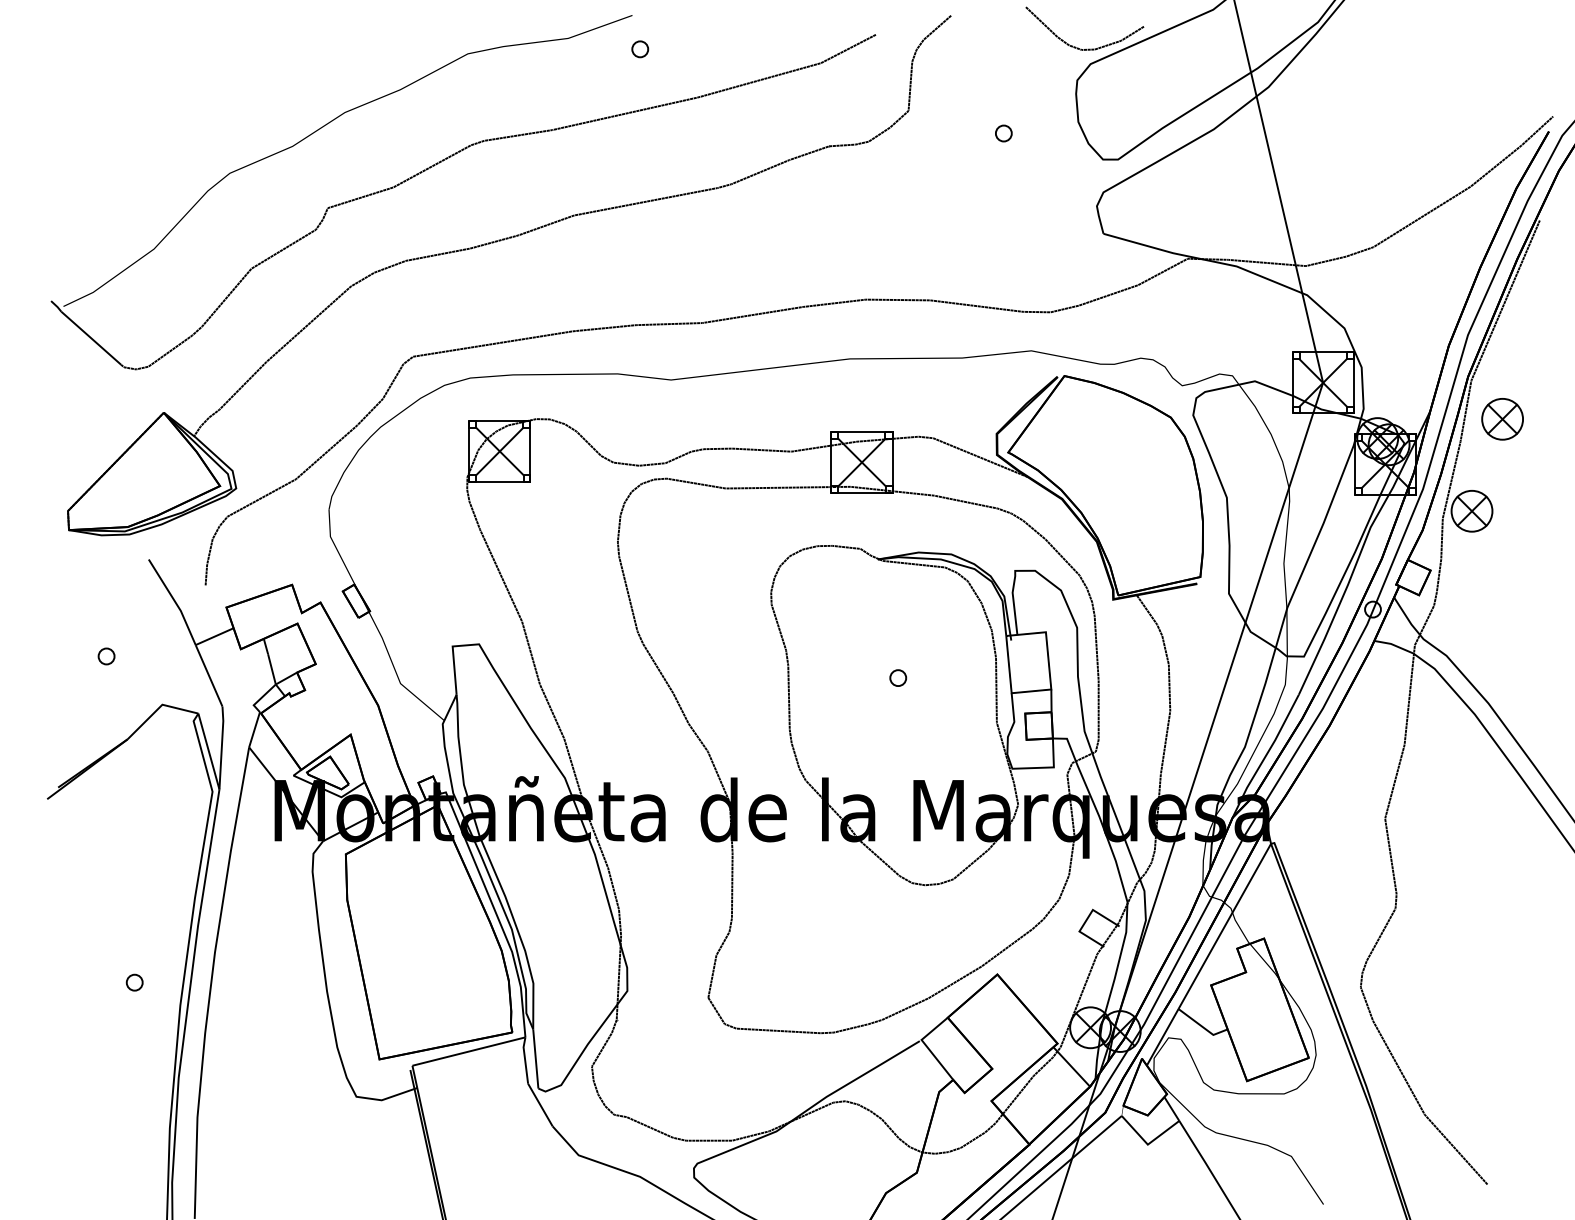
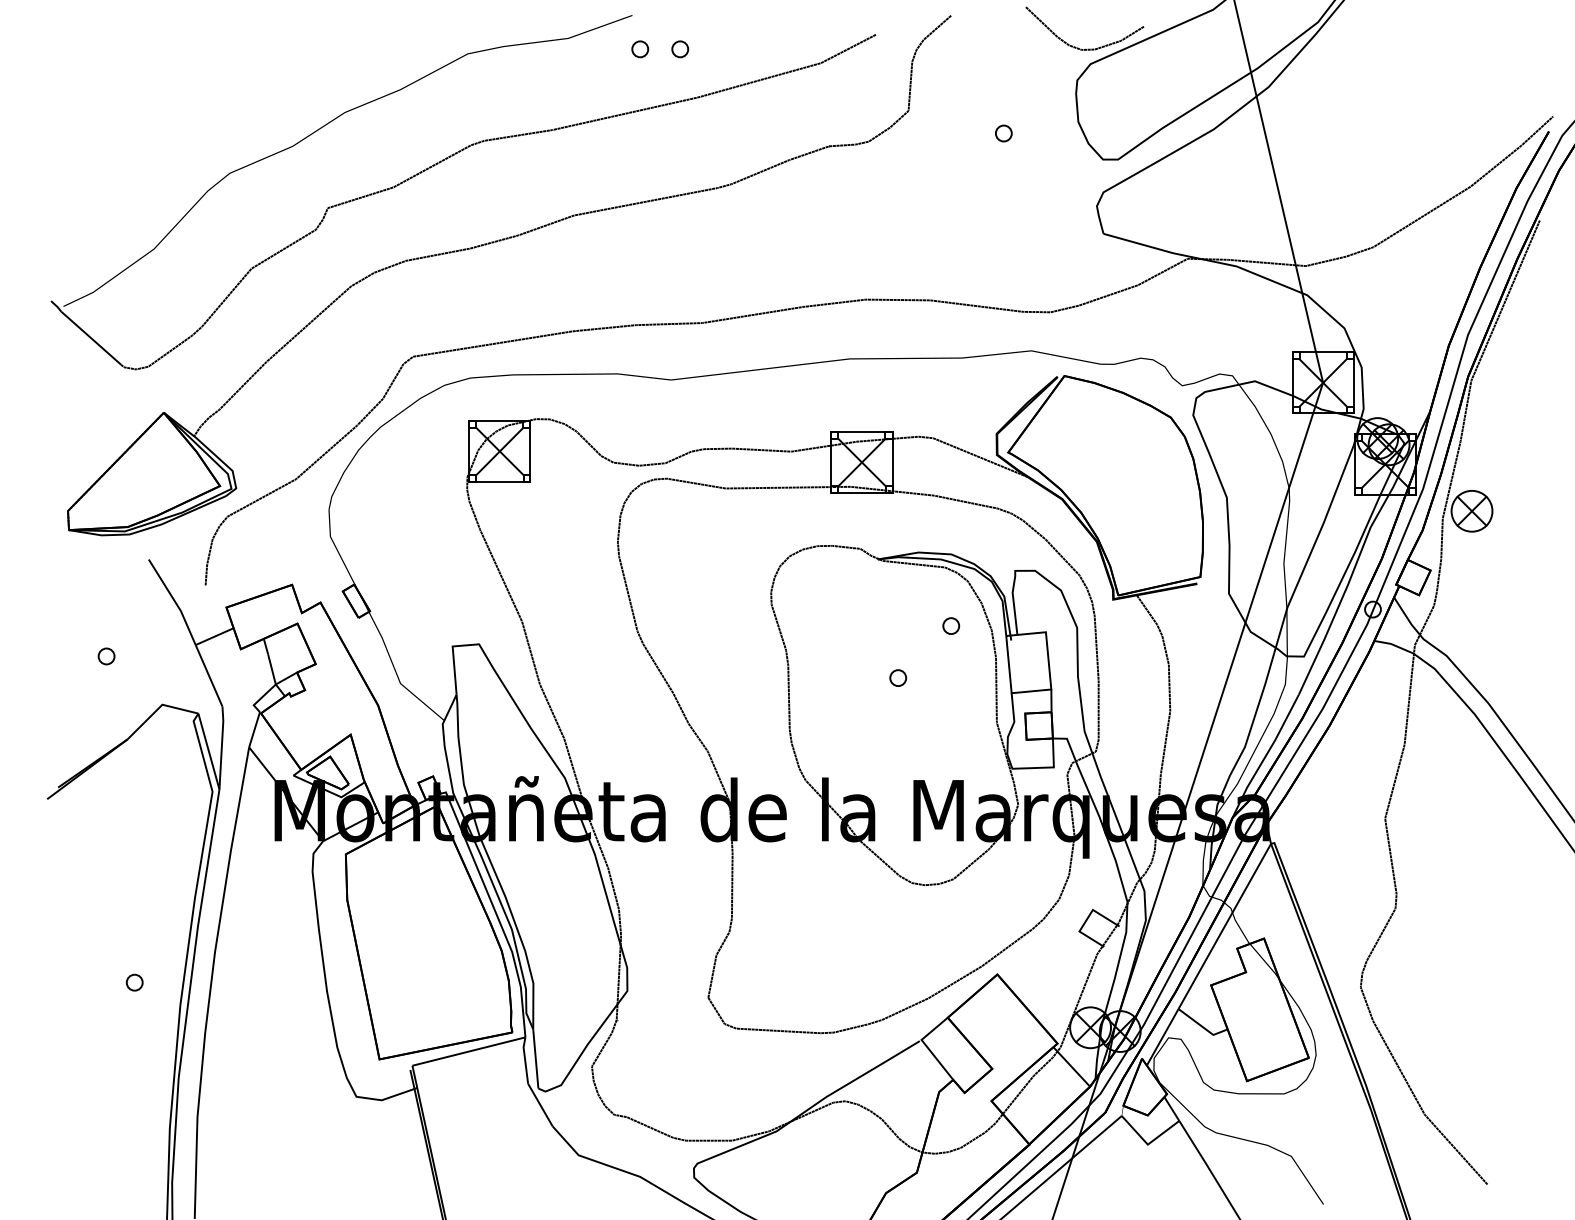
part at (680, 49): none -> present
part at (1502, 419): present -> none
part at (951, 625): none -> present
